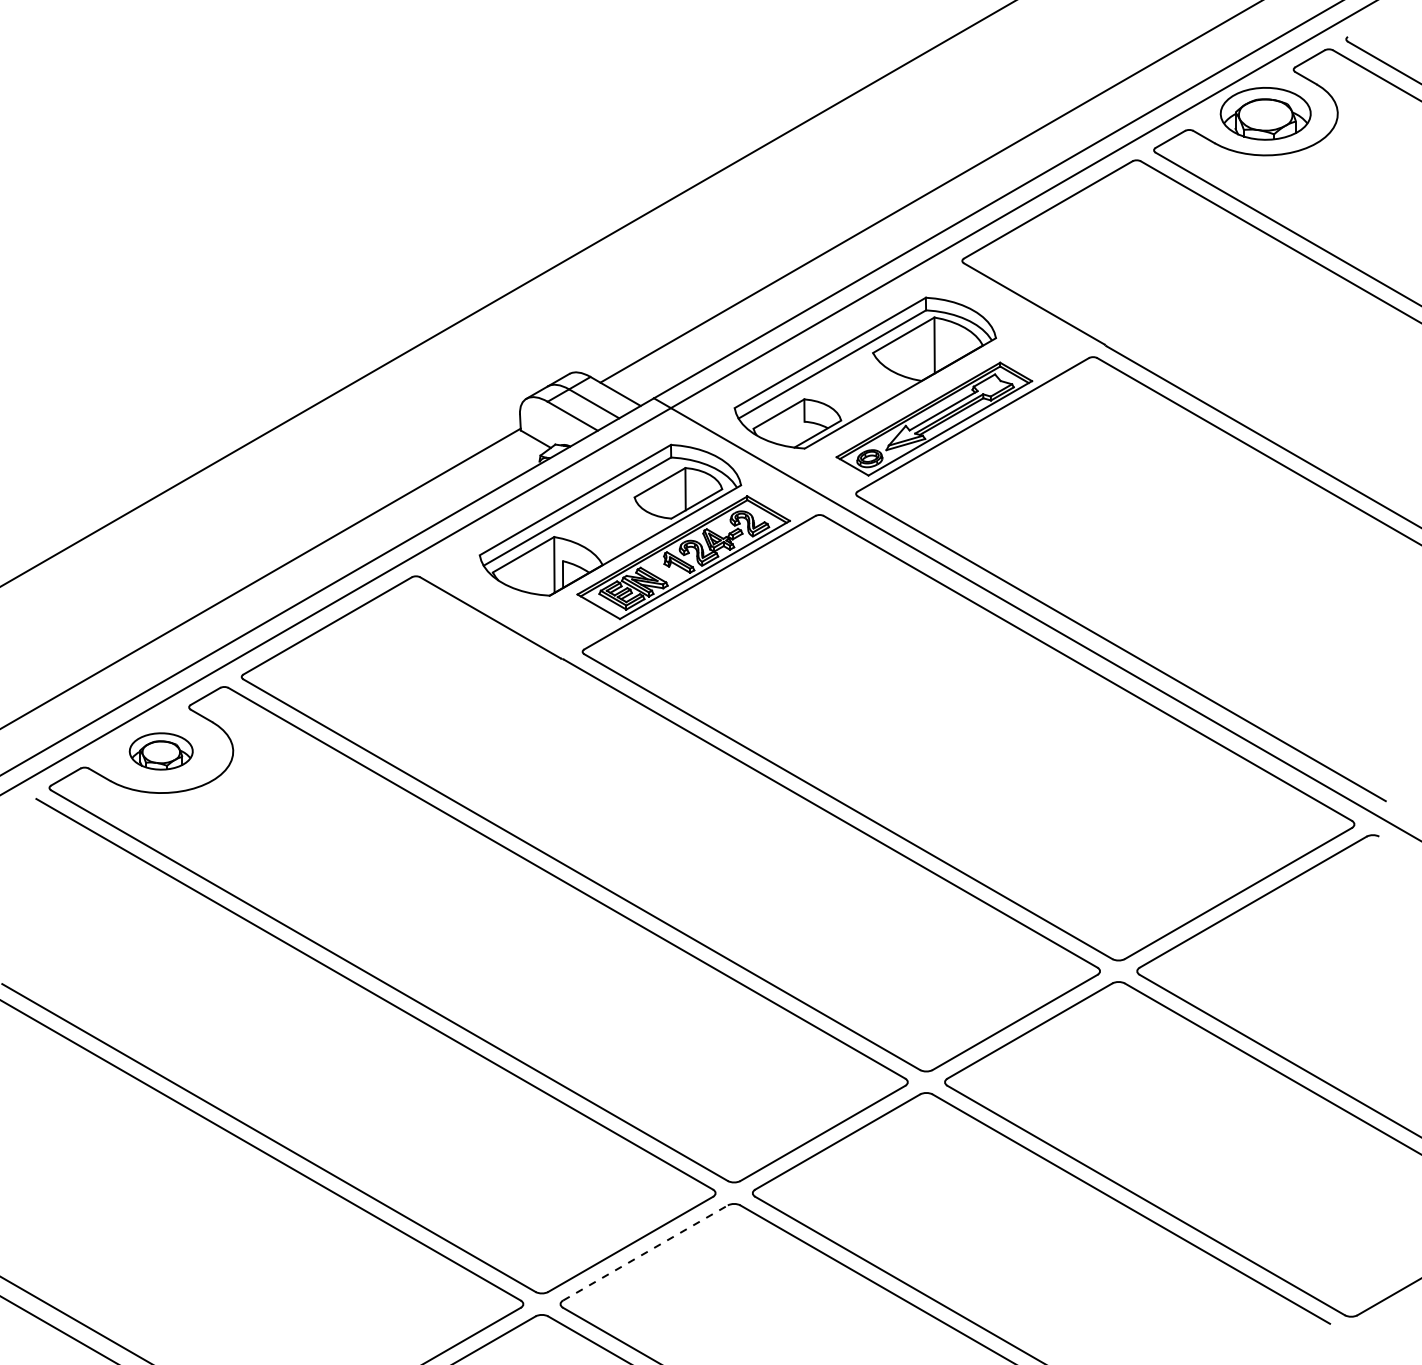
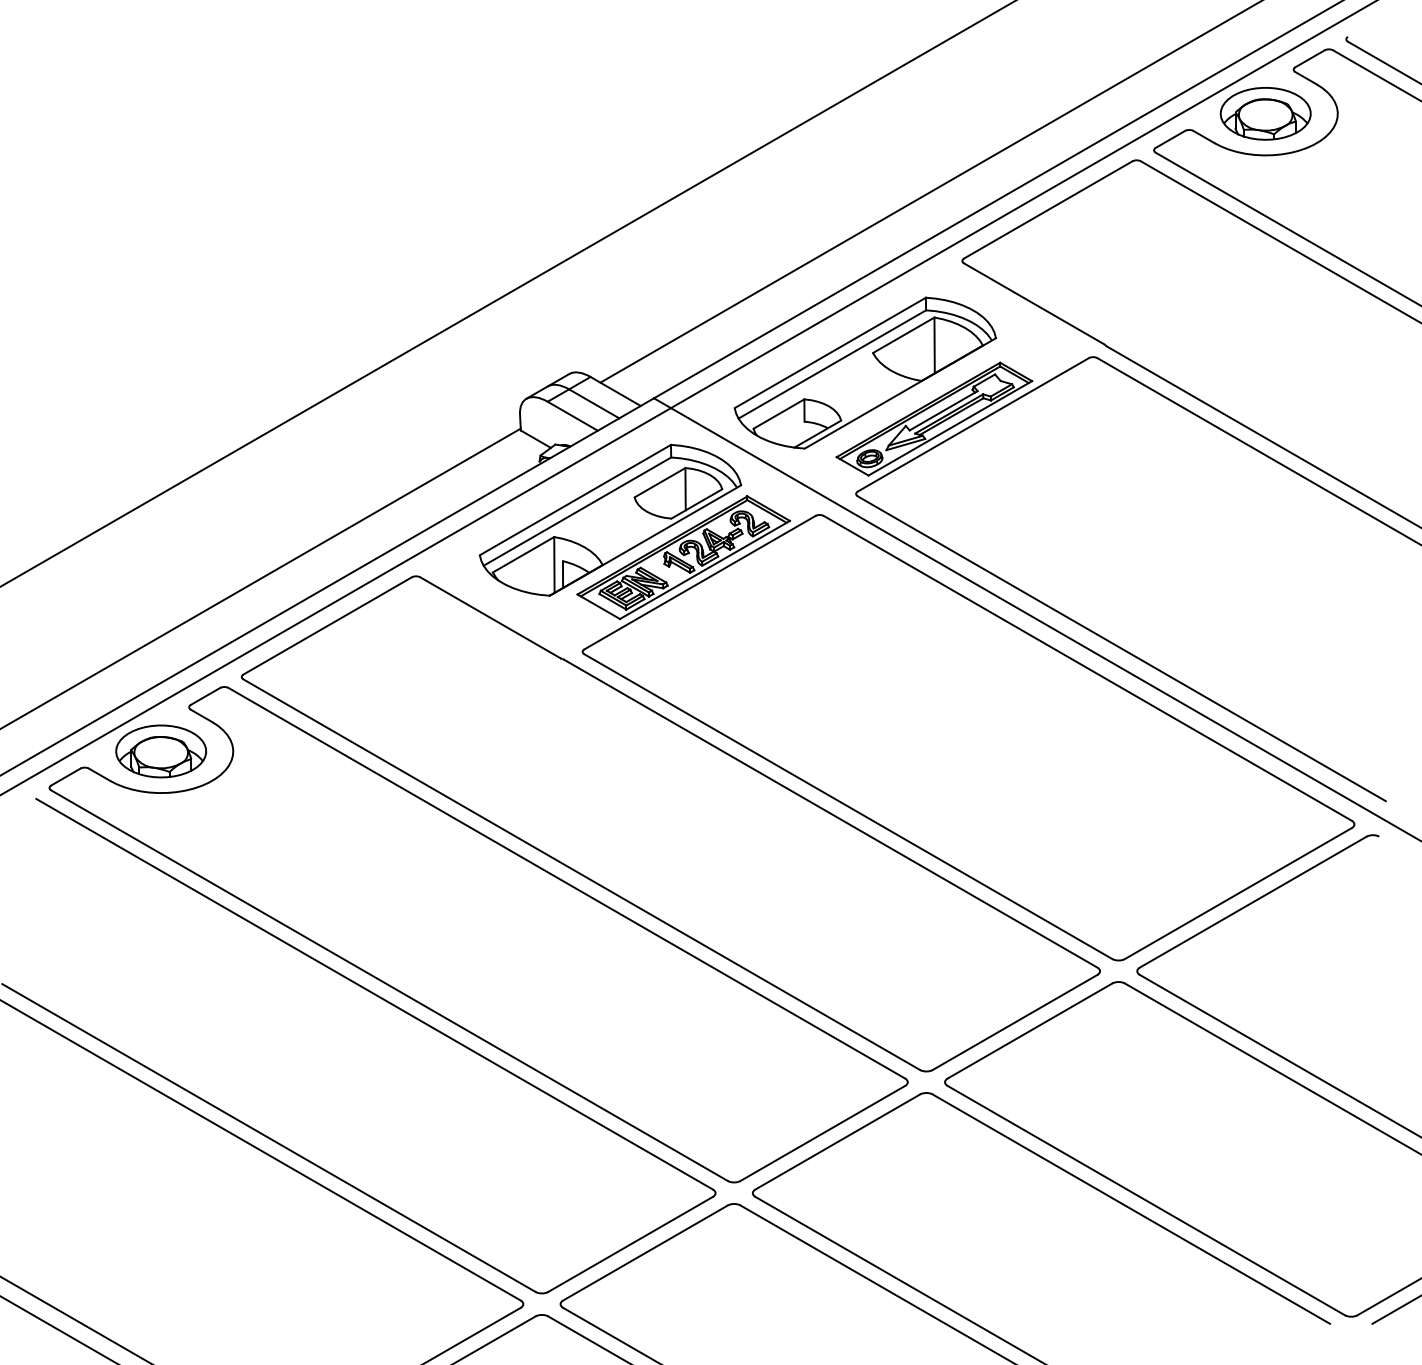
part at (160, 751) size: 66x39 px -> 93x55 px
line at (645, 1252): dashed -> solid
line at (1395, 1310): none -> present
